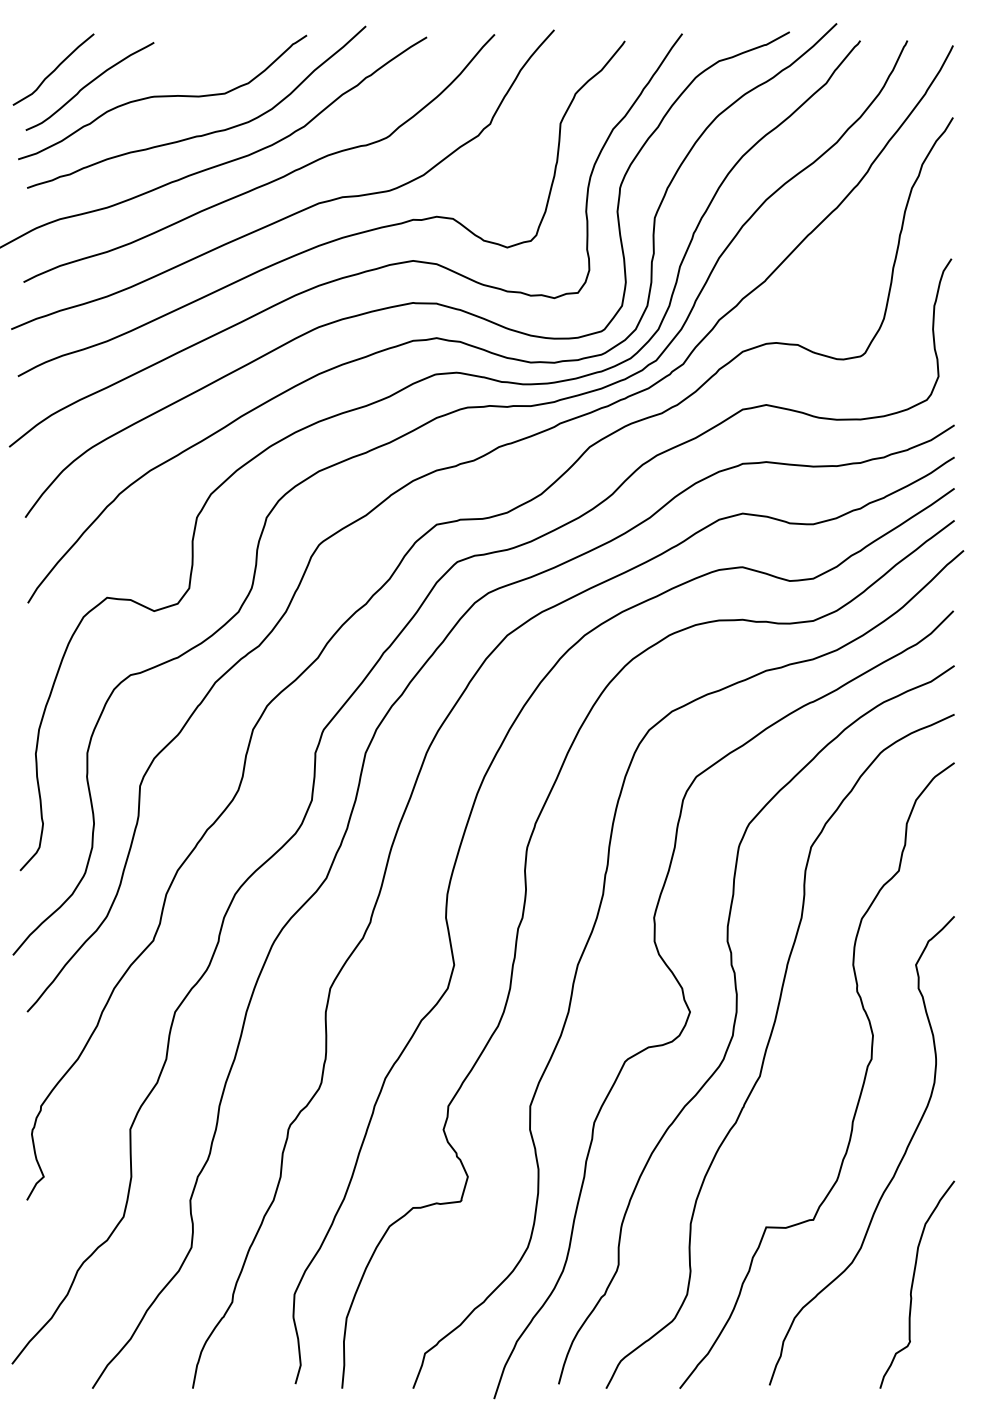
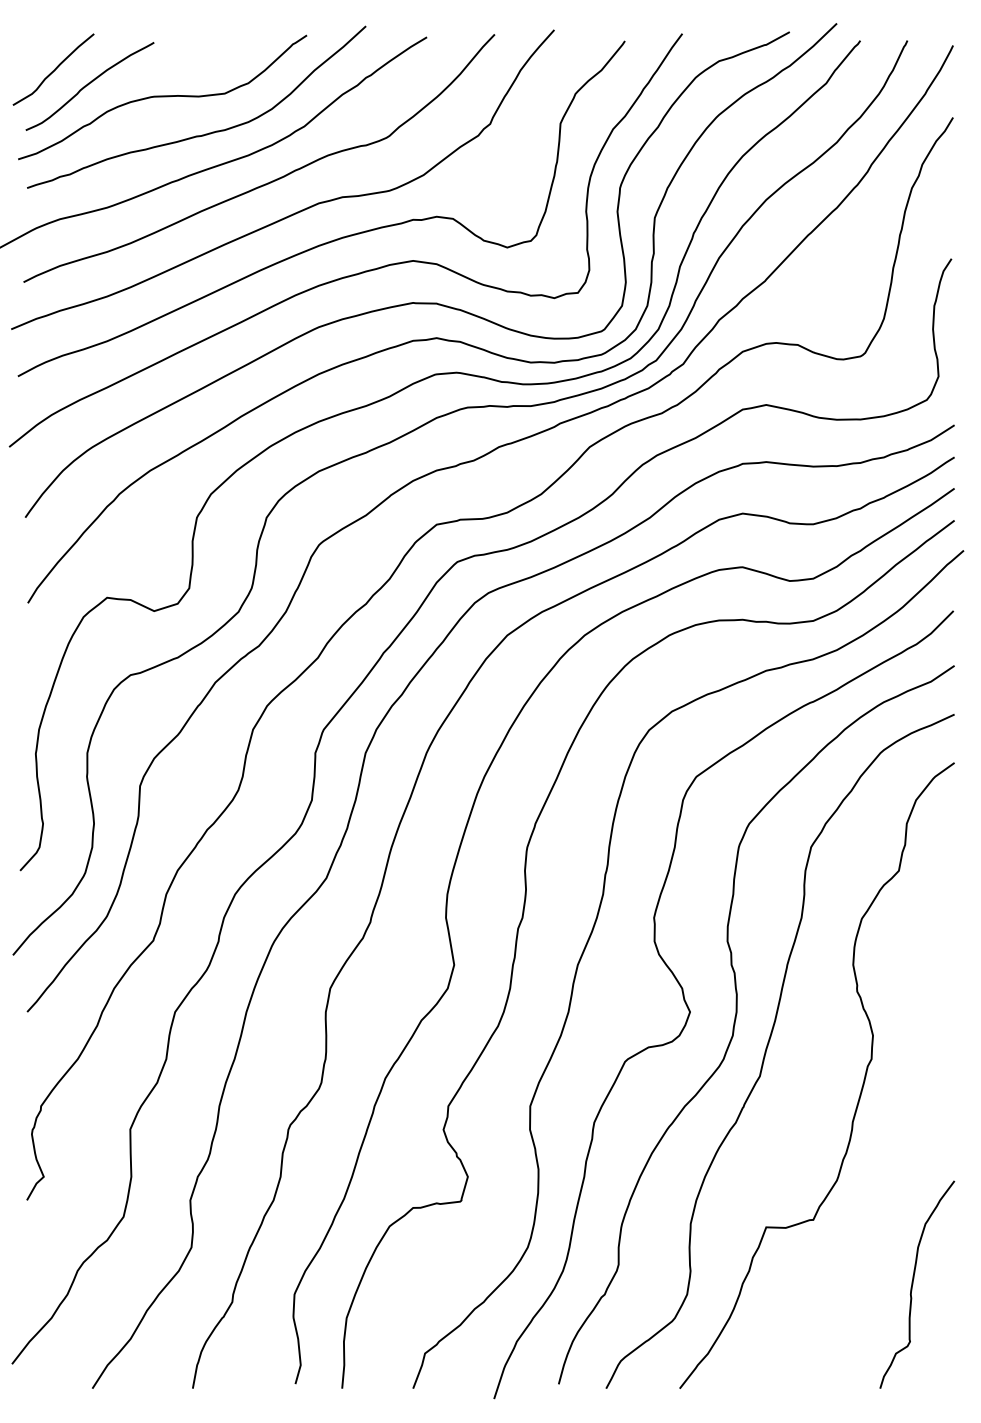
curve at (896, 1167): present -> none
